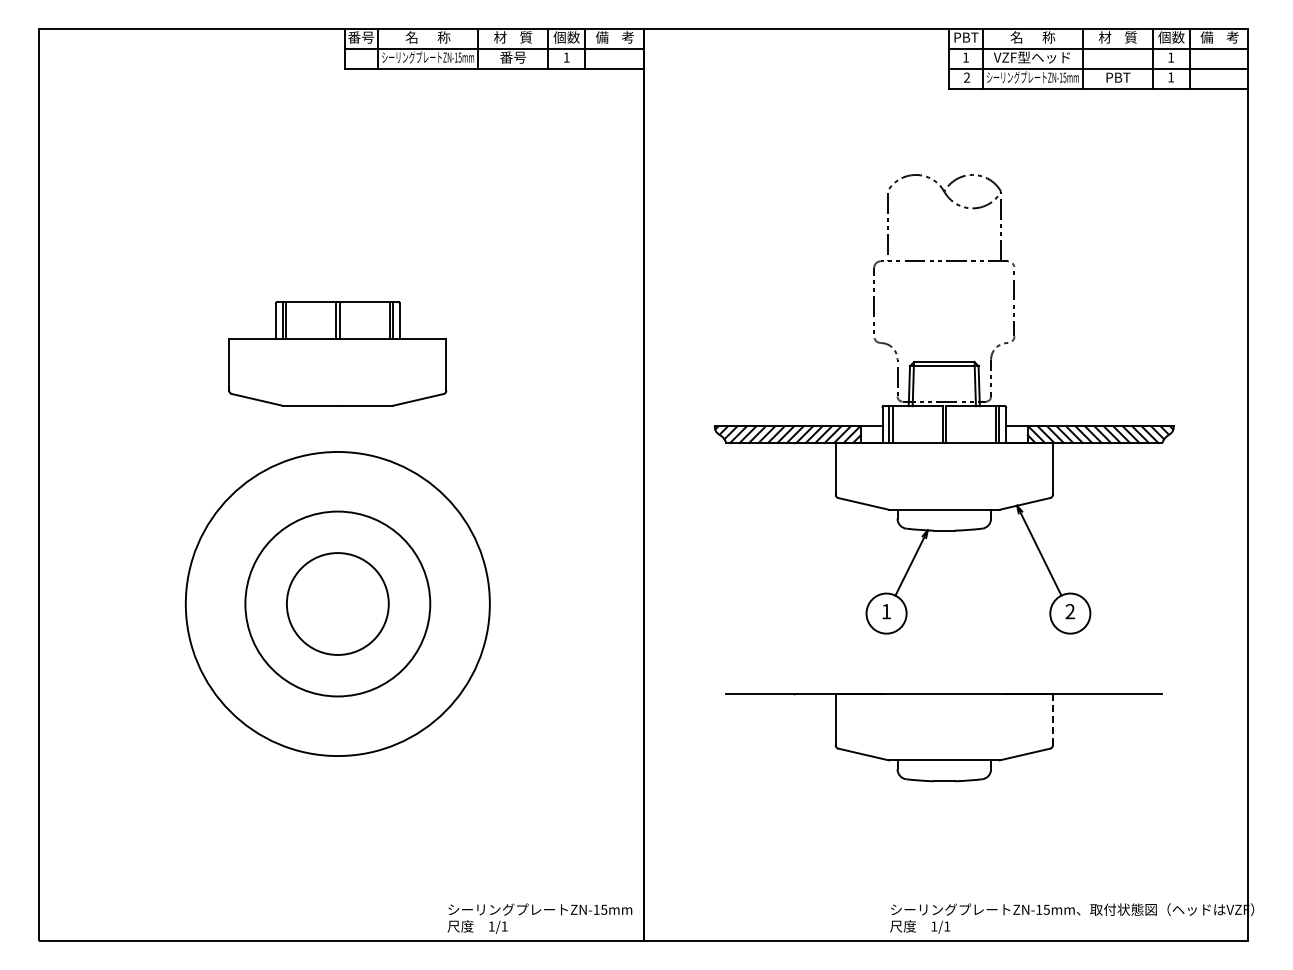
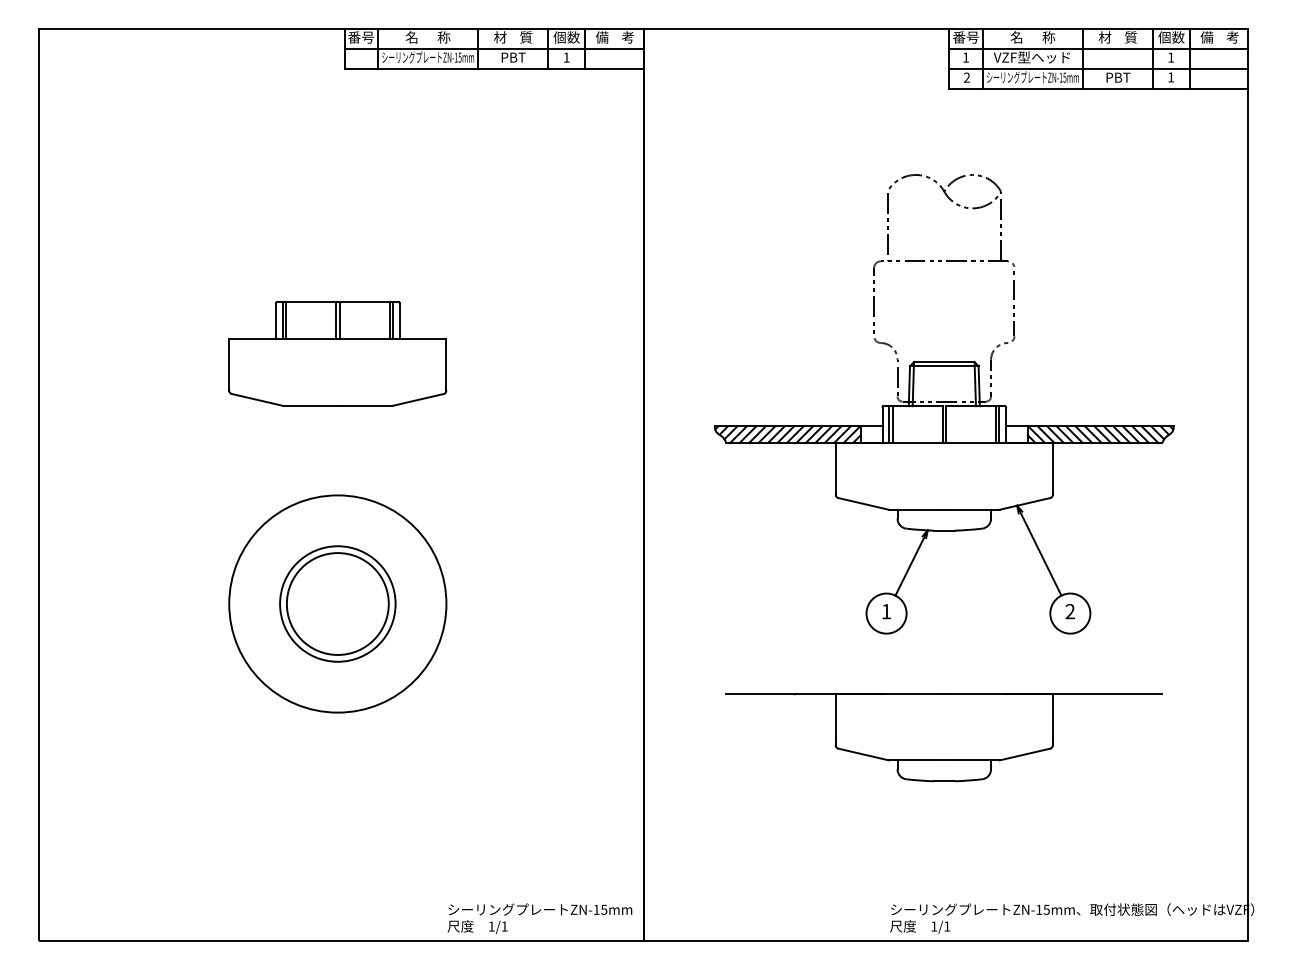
text at (965, 37): PBT -> 番号
text at (513, 57): 番号 -> PBT
circle at (337, 603) diameter: 185 px -> 116 px
circle at (337, 603) diameter: 304 px -> 217 px
line at (1052, 719): dashed -> solid
